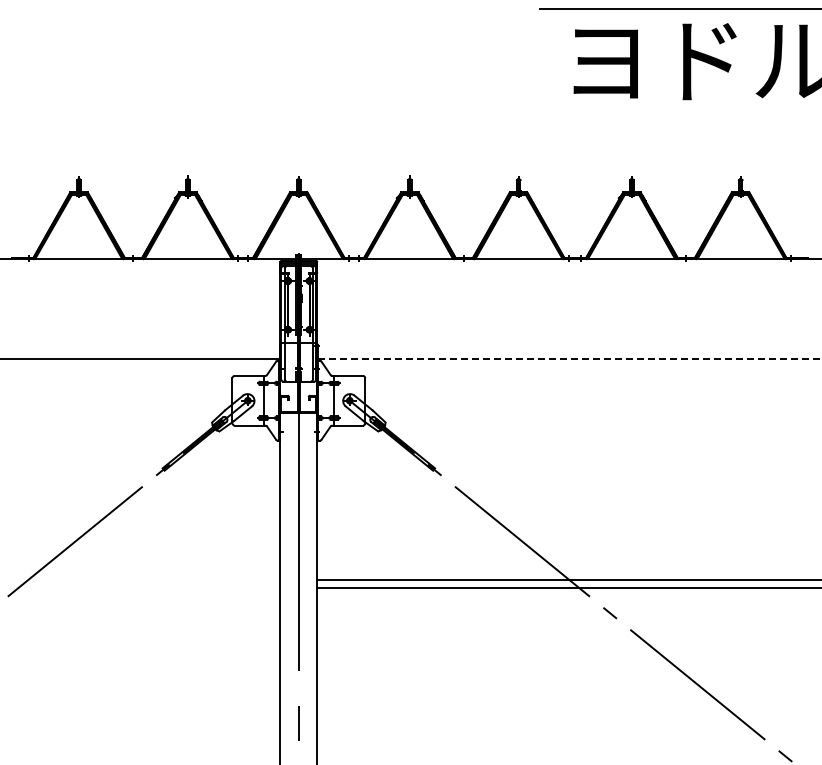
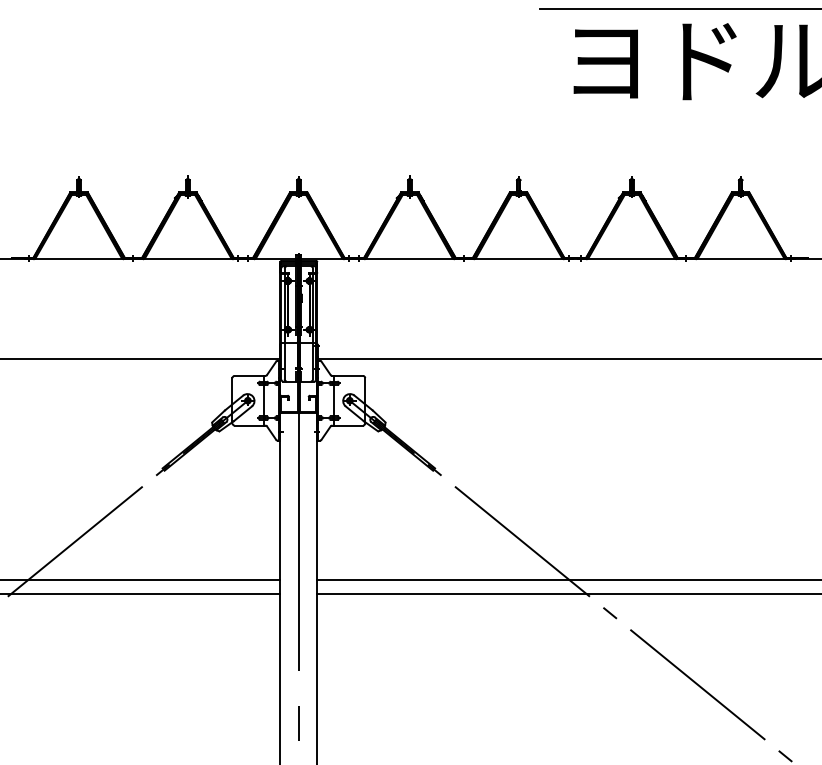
line at (569, 359): dashed -> solid
line at (141, 579): none -> present
line at (567, 588) position: (567, 588) -> (567, 594)
line at (141, 594): none -> present
